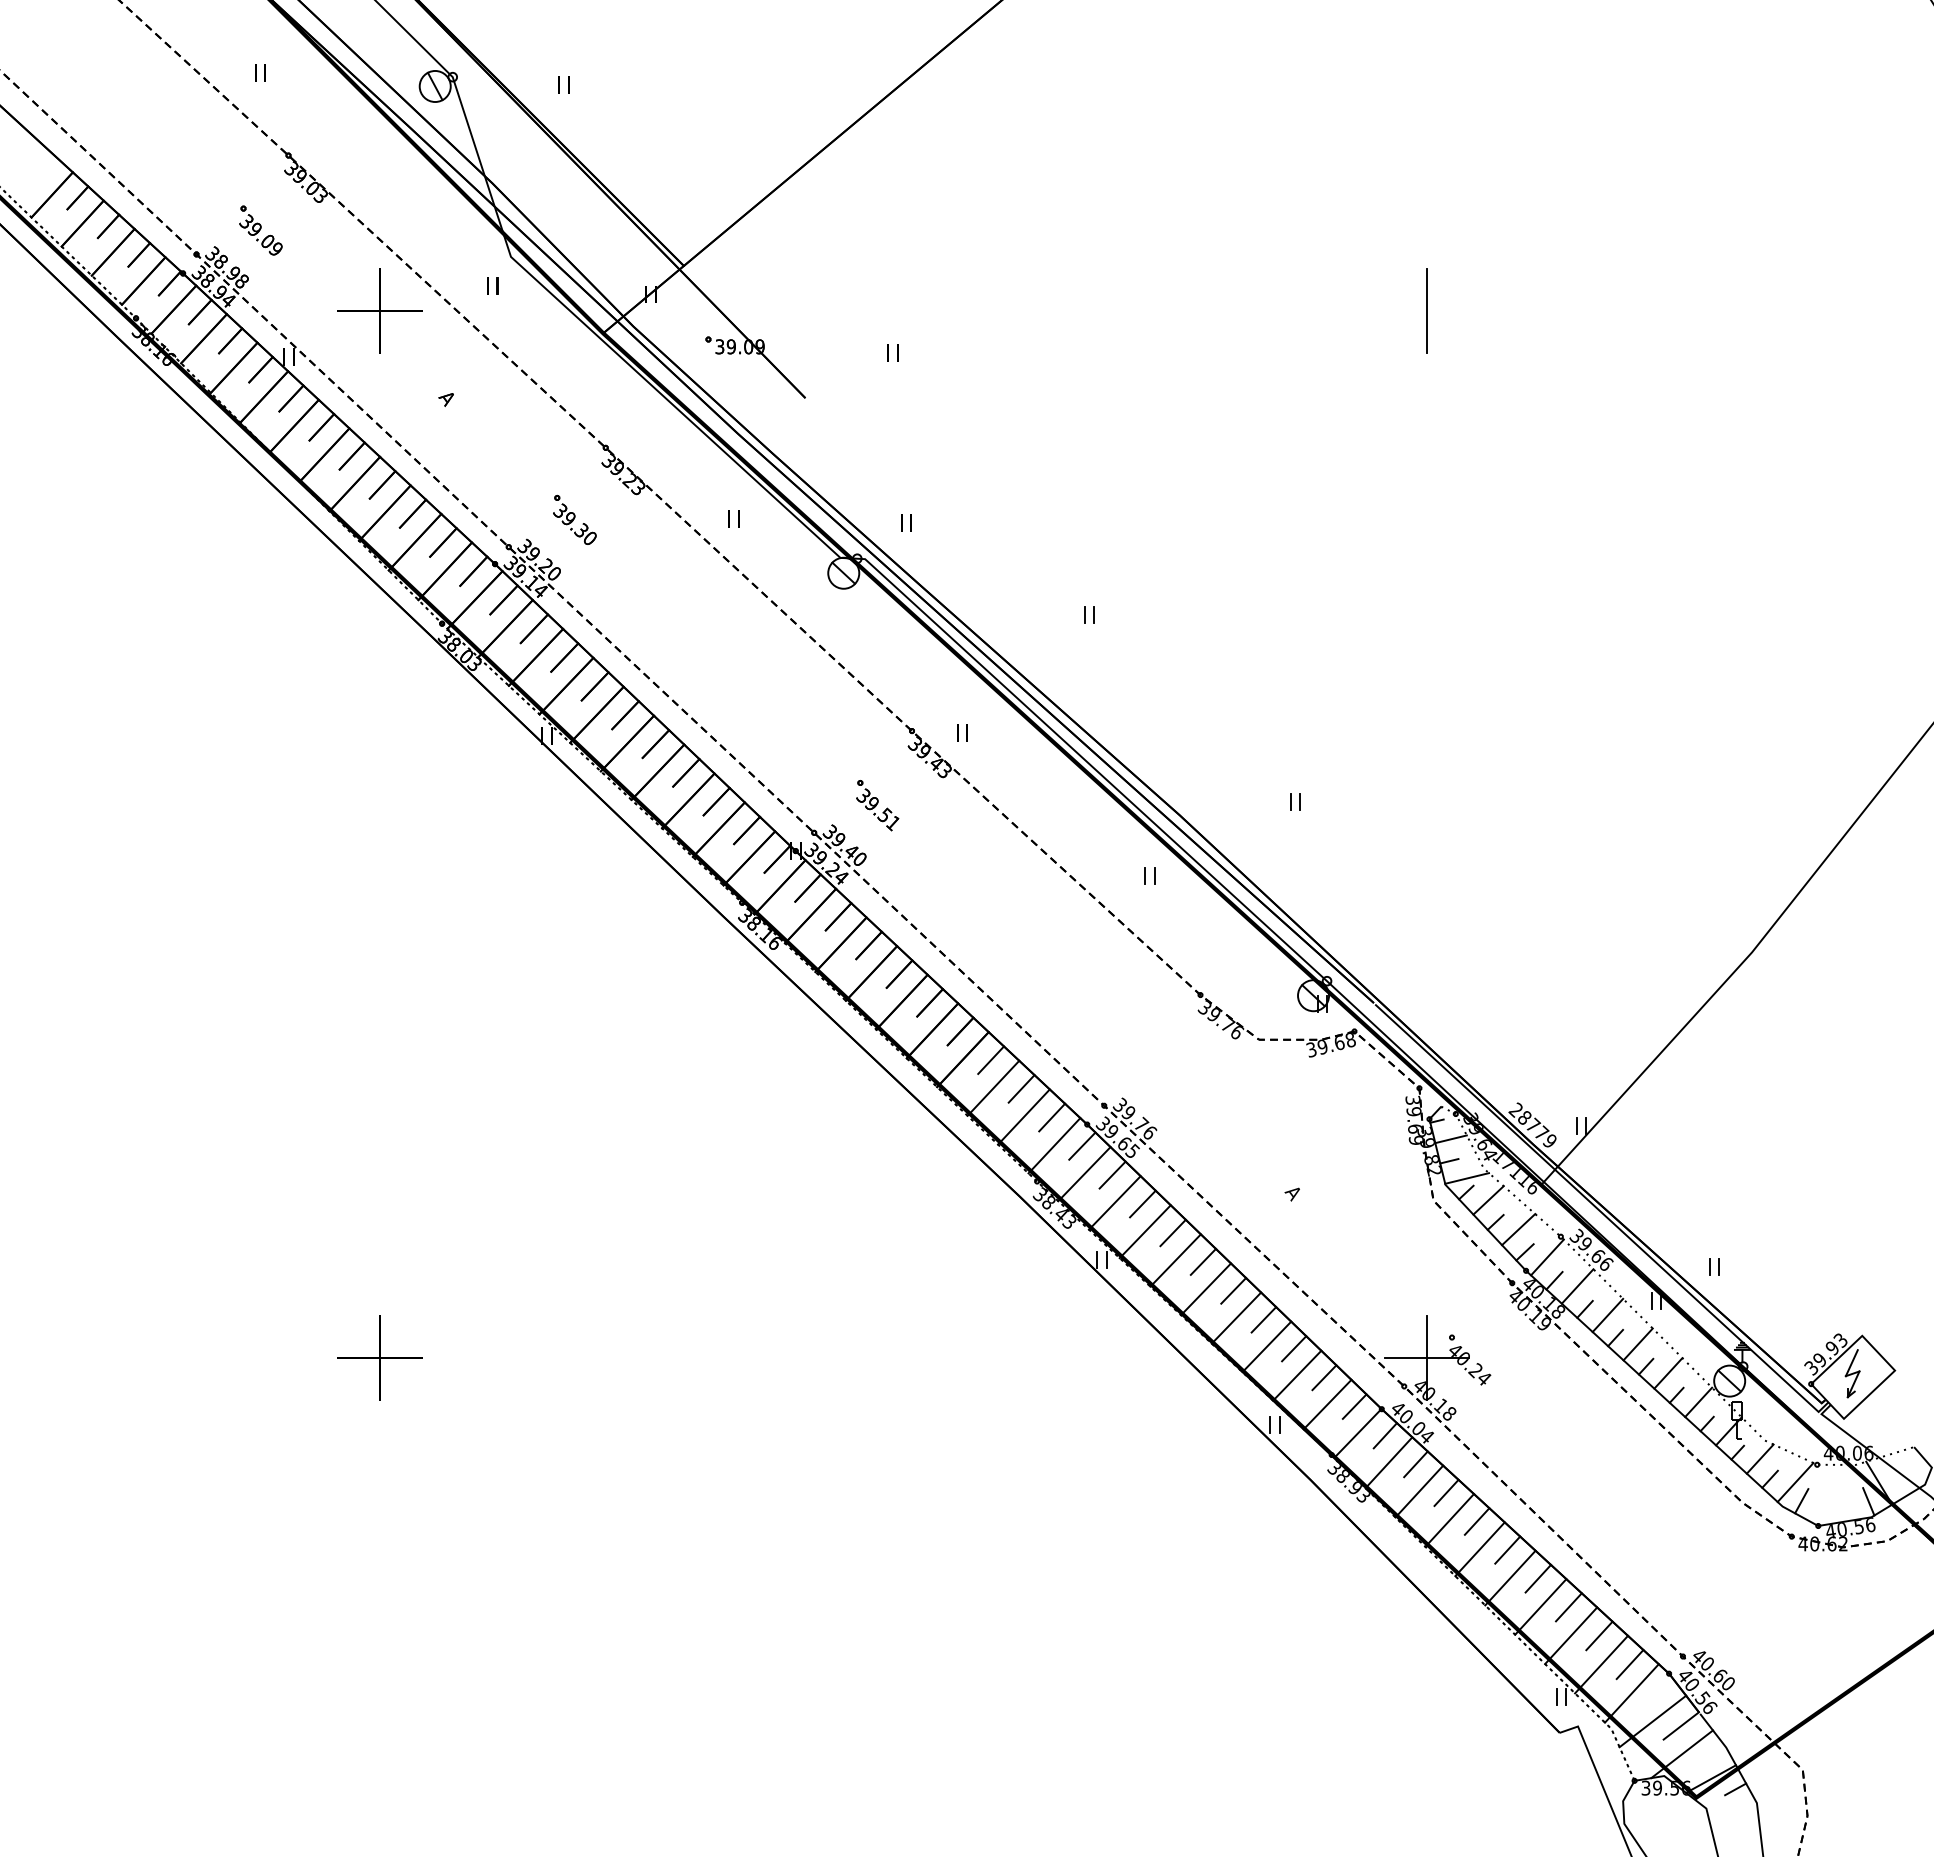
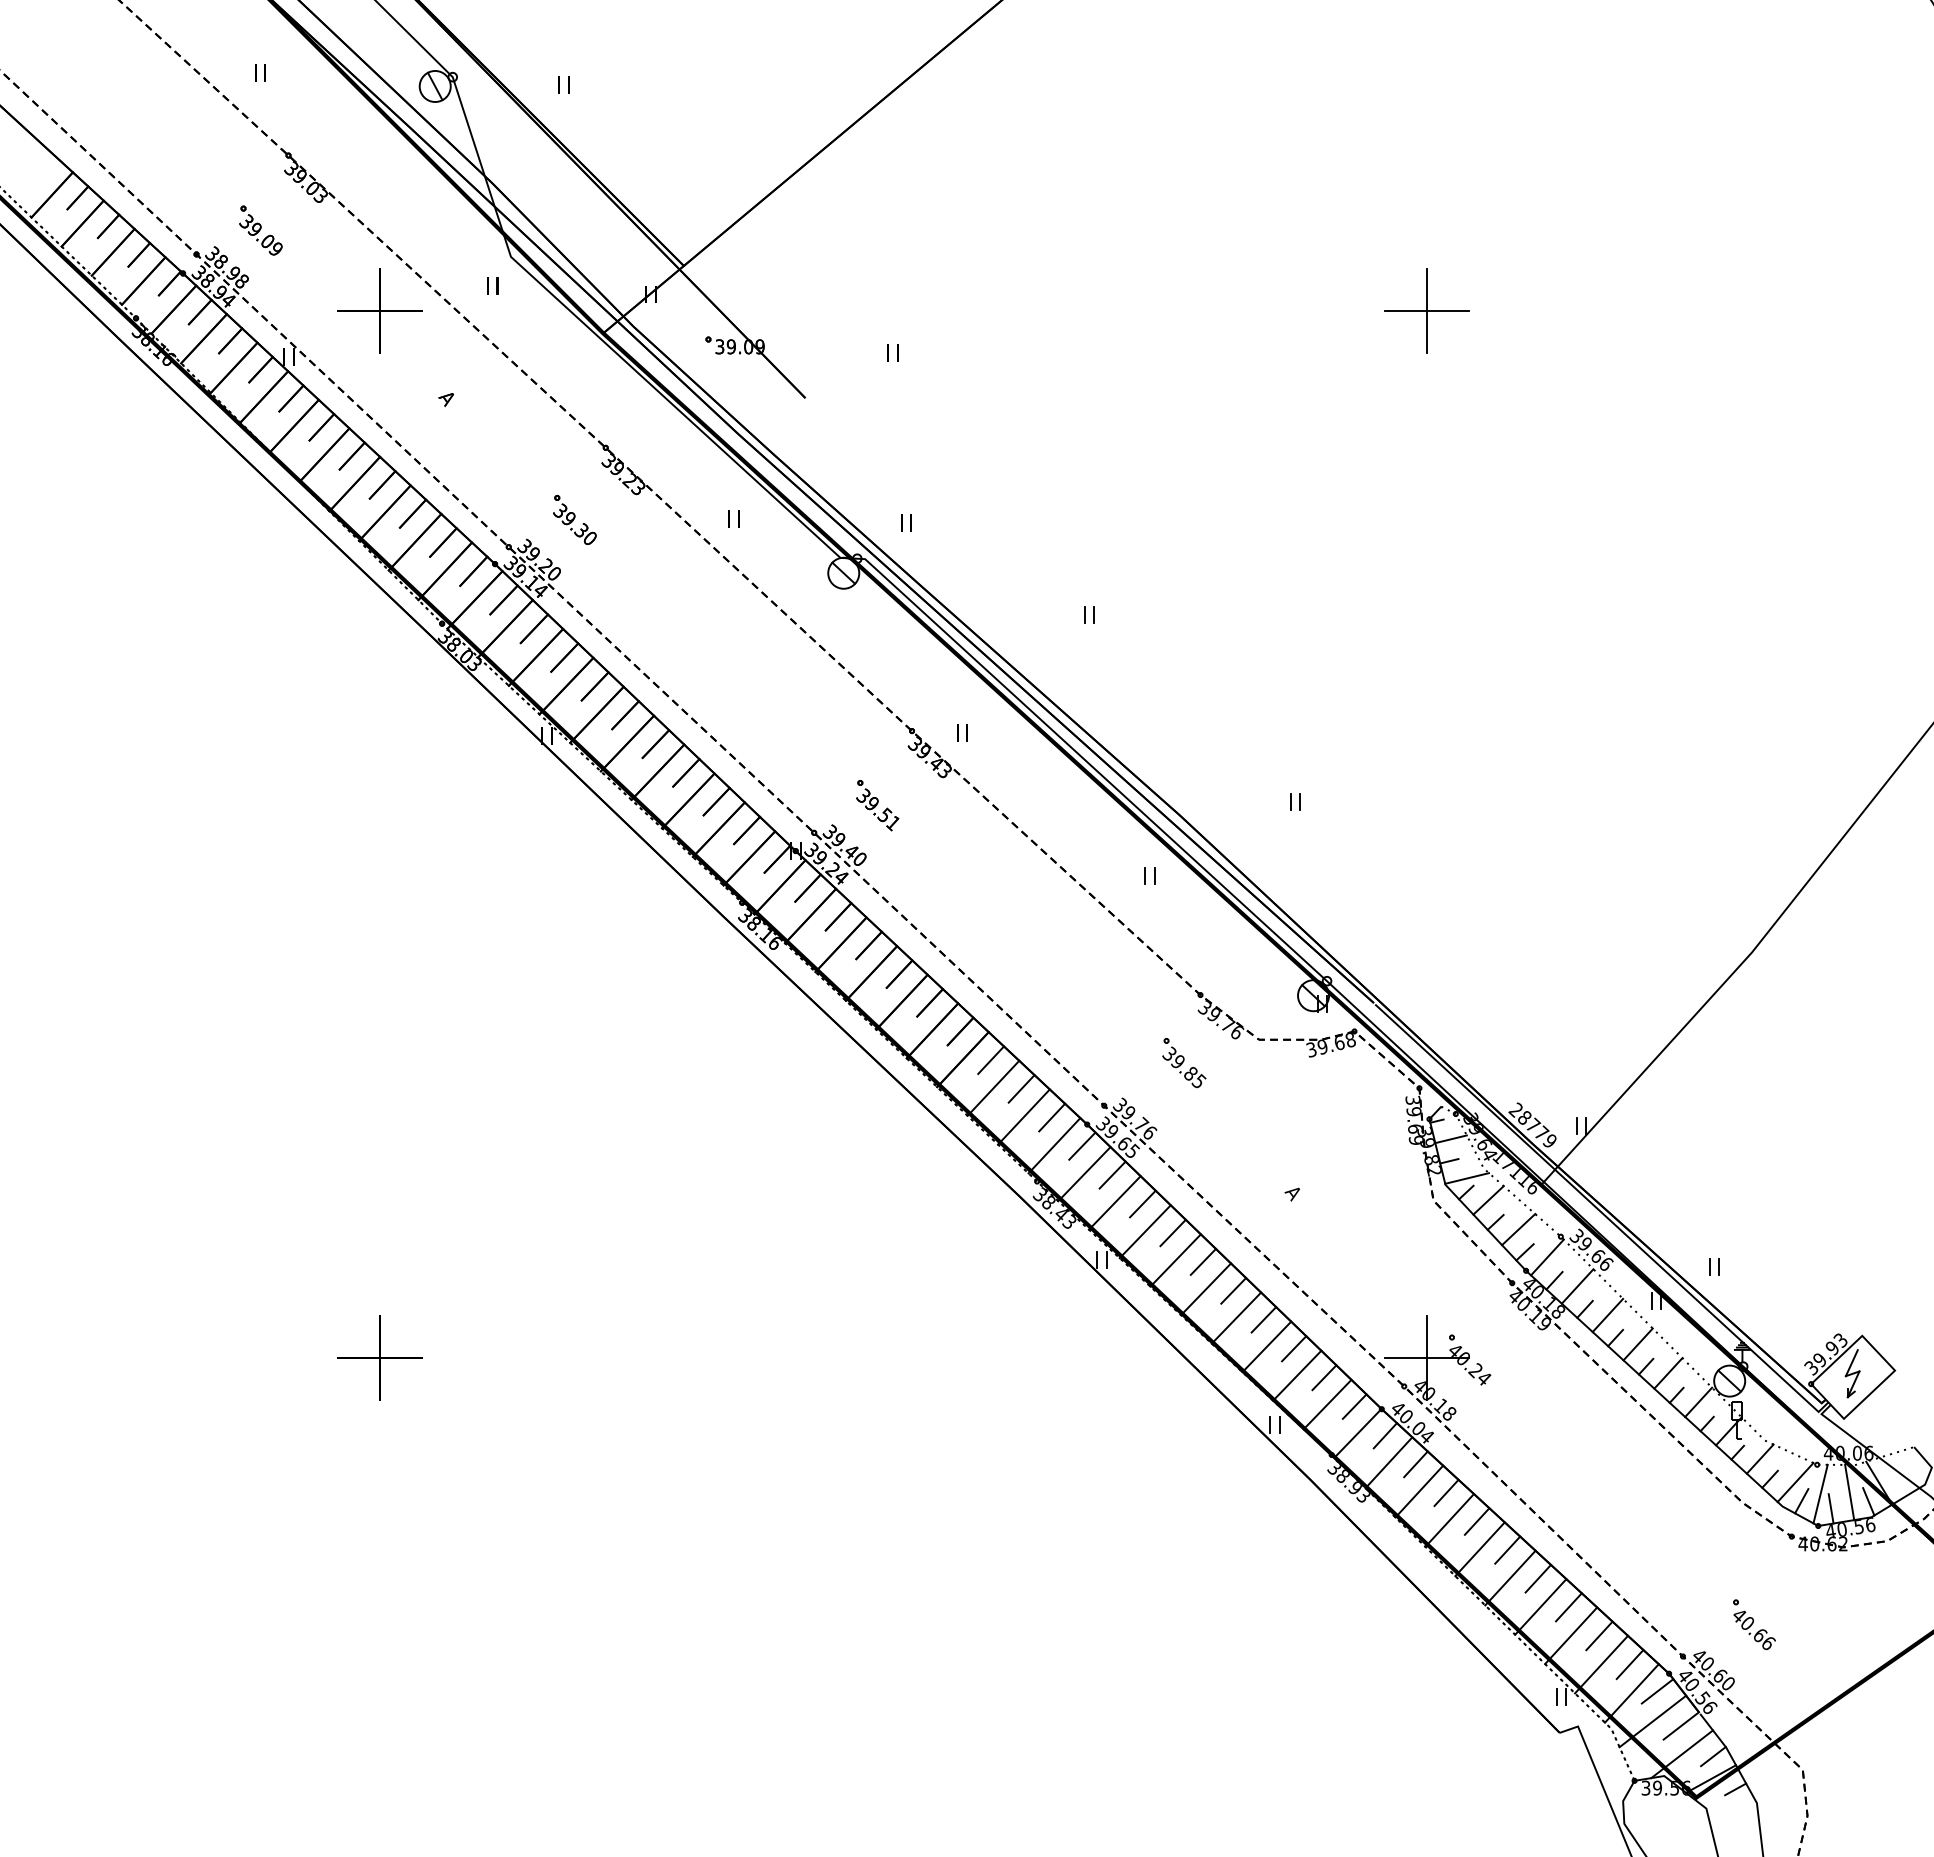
line at (1426, 311): none -> present
part at (1184, 1063): none -> present
line at (1849, 1492): none -> present
line at (1820, 1493): none -> present
line at (1830, 1508): none -> present
part at (1754, 1624): none -> present
line at (1657, 1691): none -> present
line at (1713, 1756): none -> present
